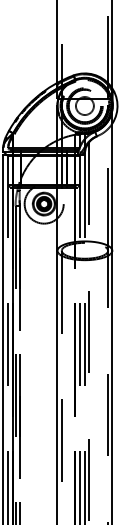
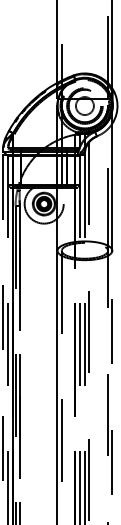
line at (3, 339): solid -> dashed
line at (112, 387): solid -> dashed
